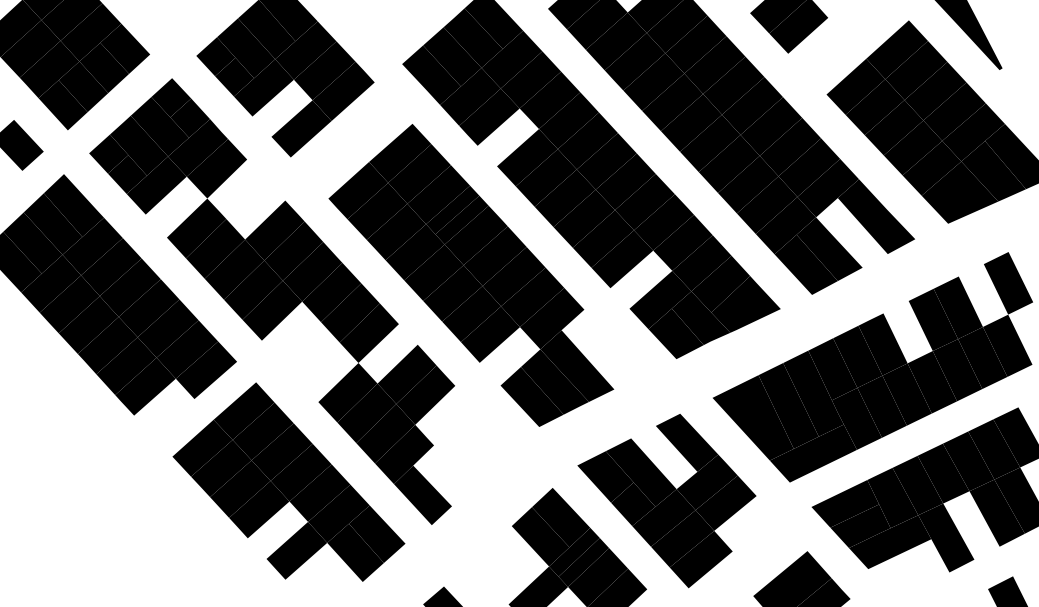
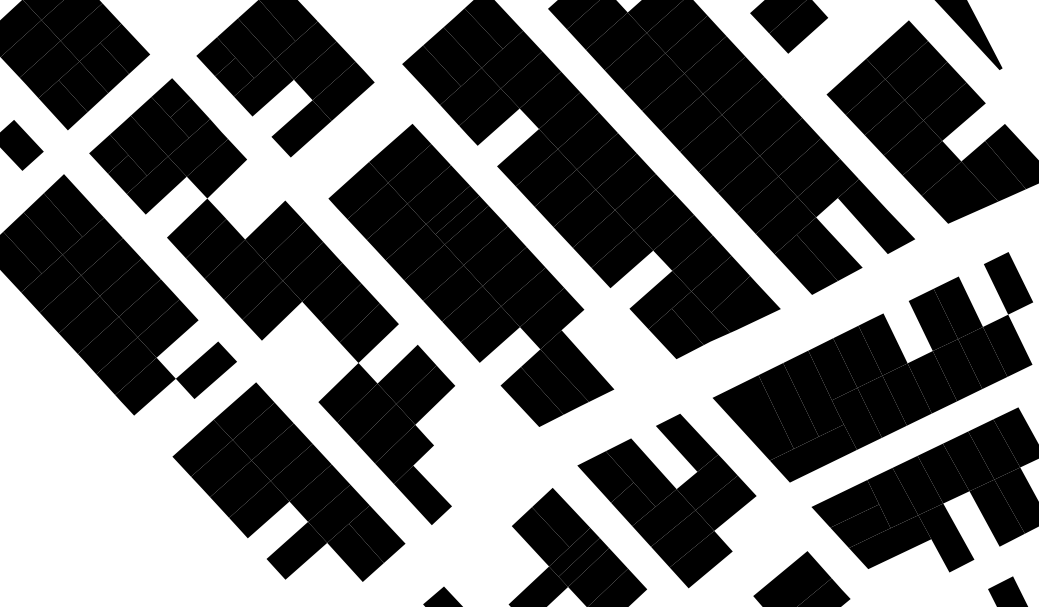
fill at (973, 132): present -> none
fill at (187, 349): present -> none
